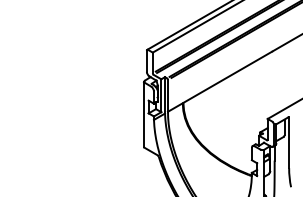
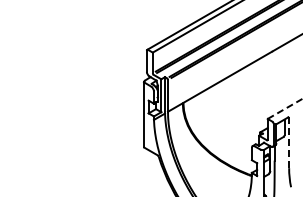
line at (285, 108): solid -> dashed
line at (289, 142): solid -> dashed
